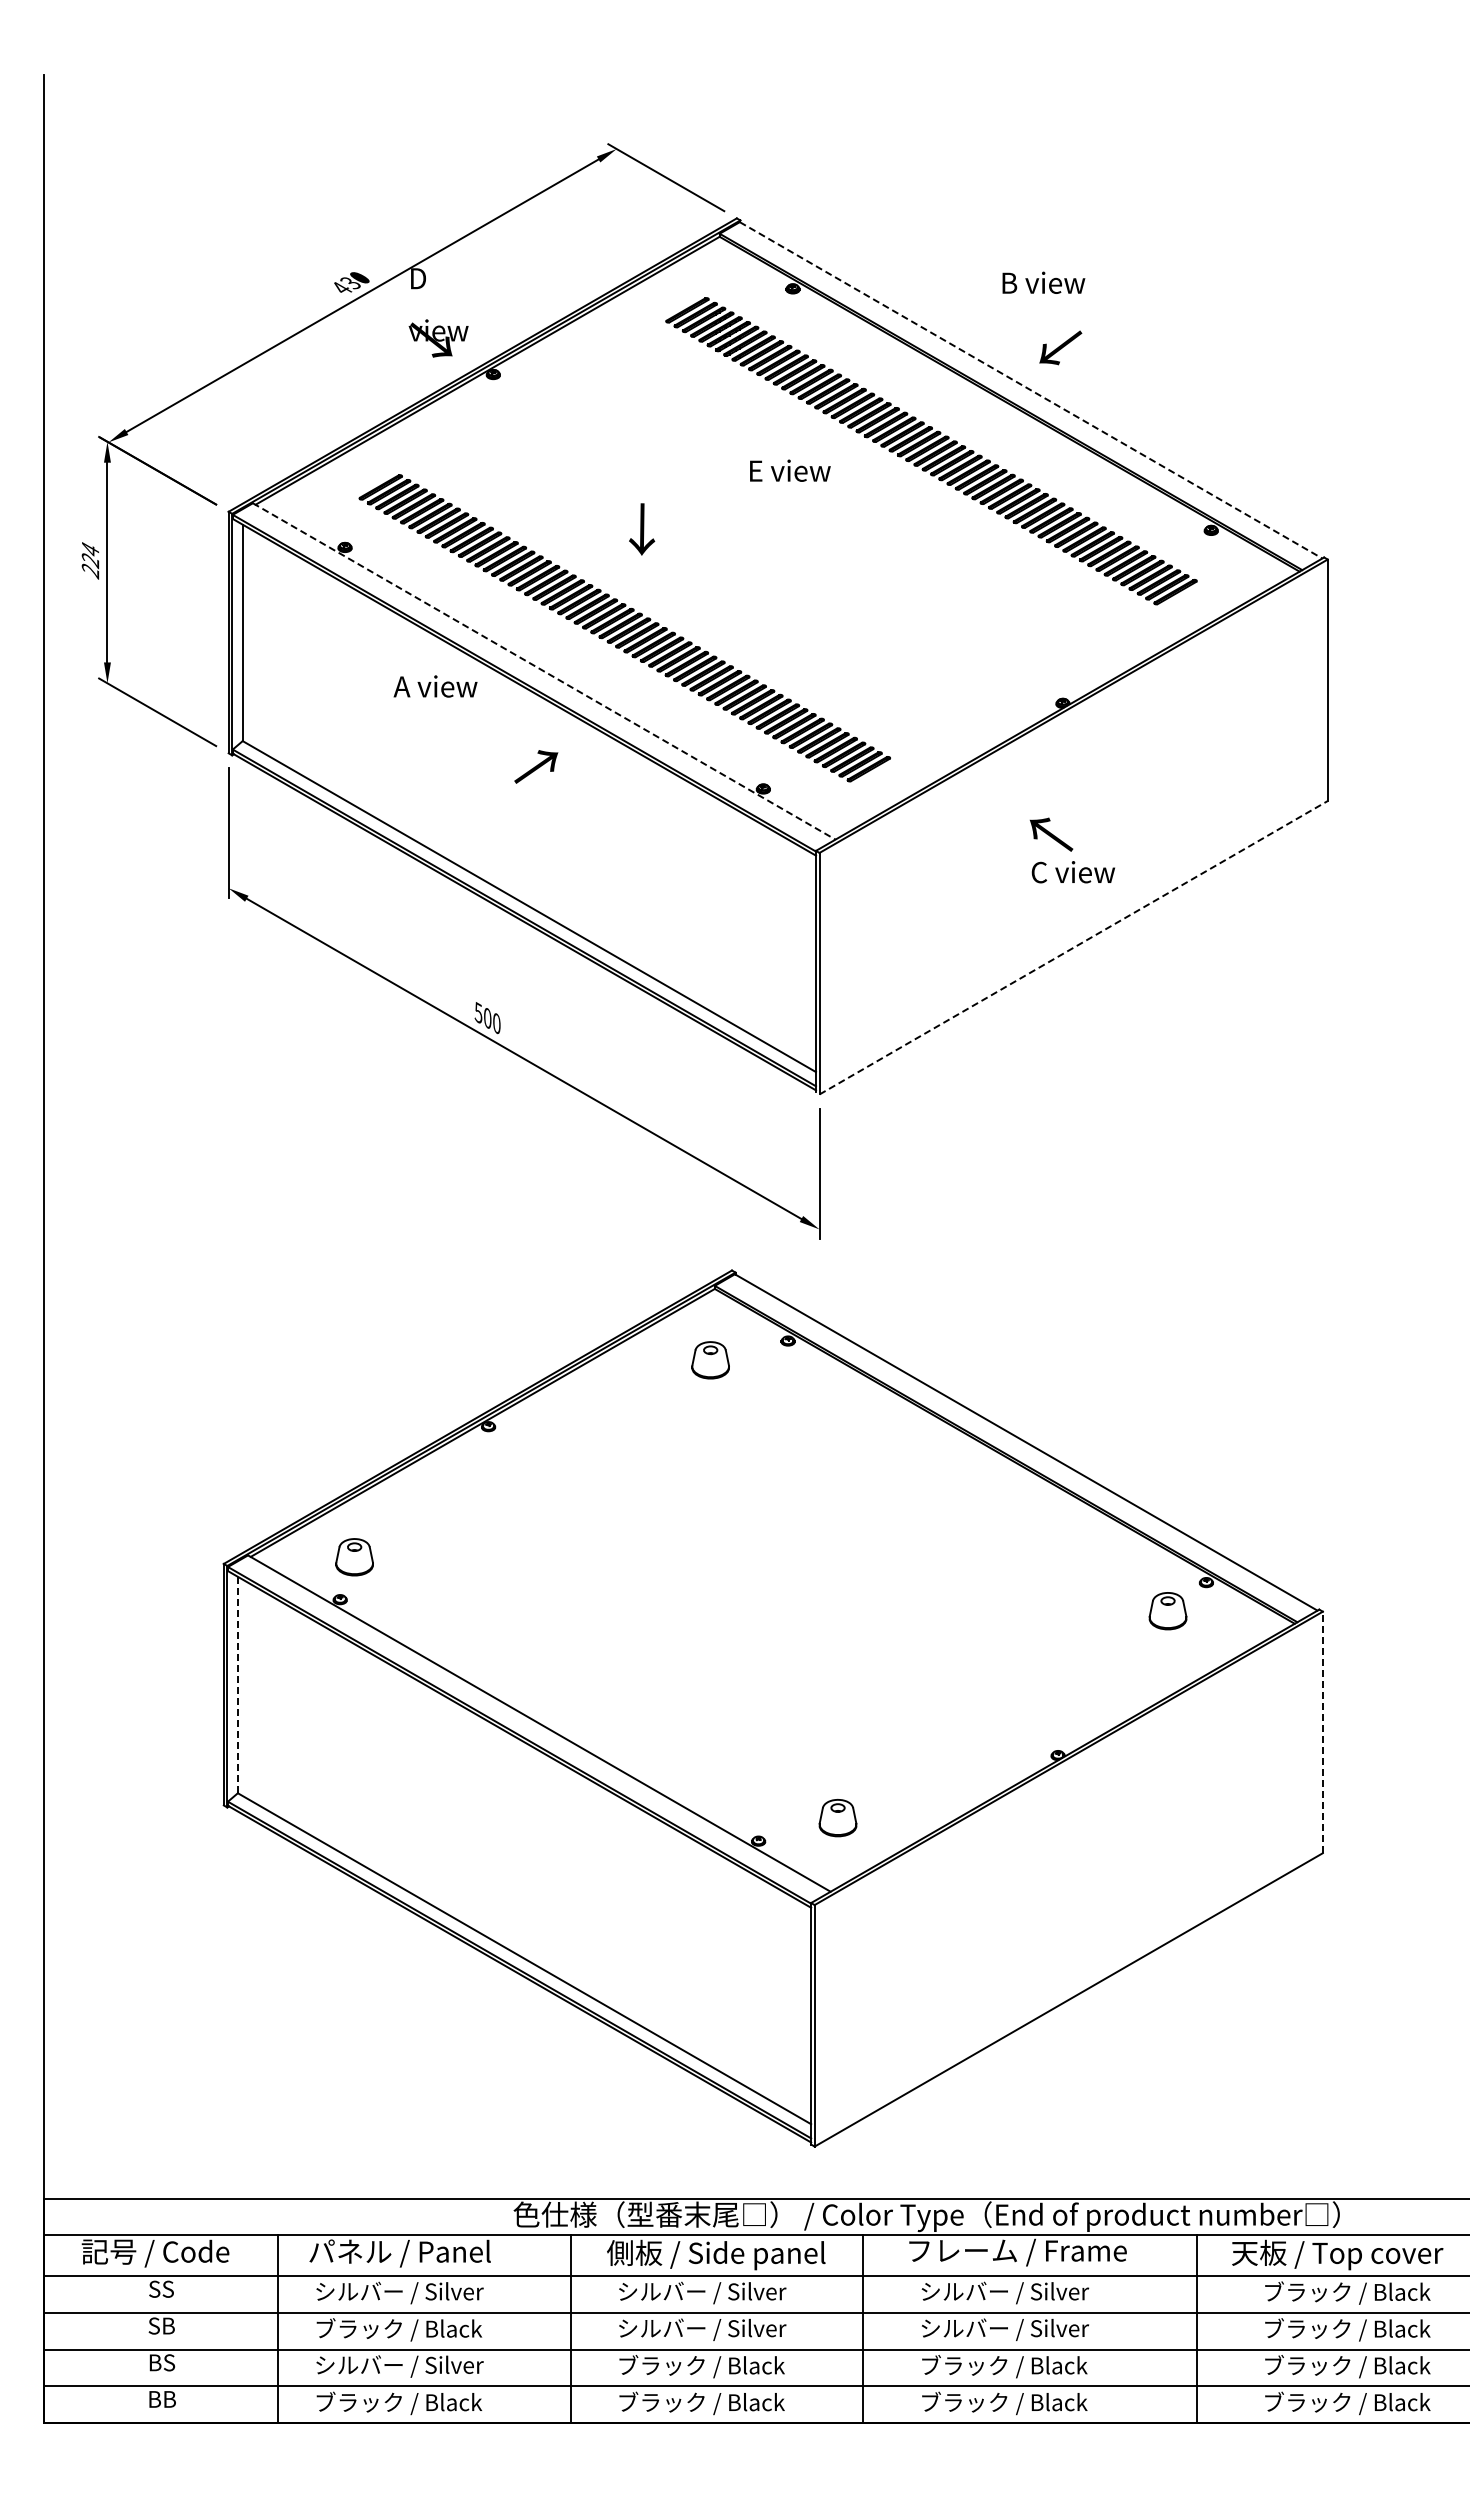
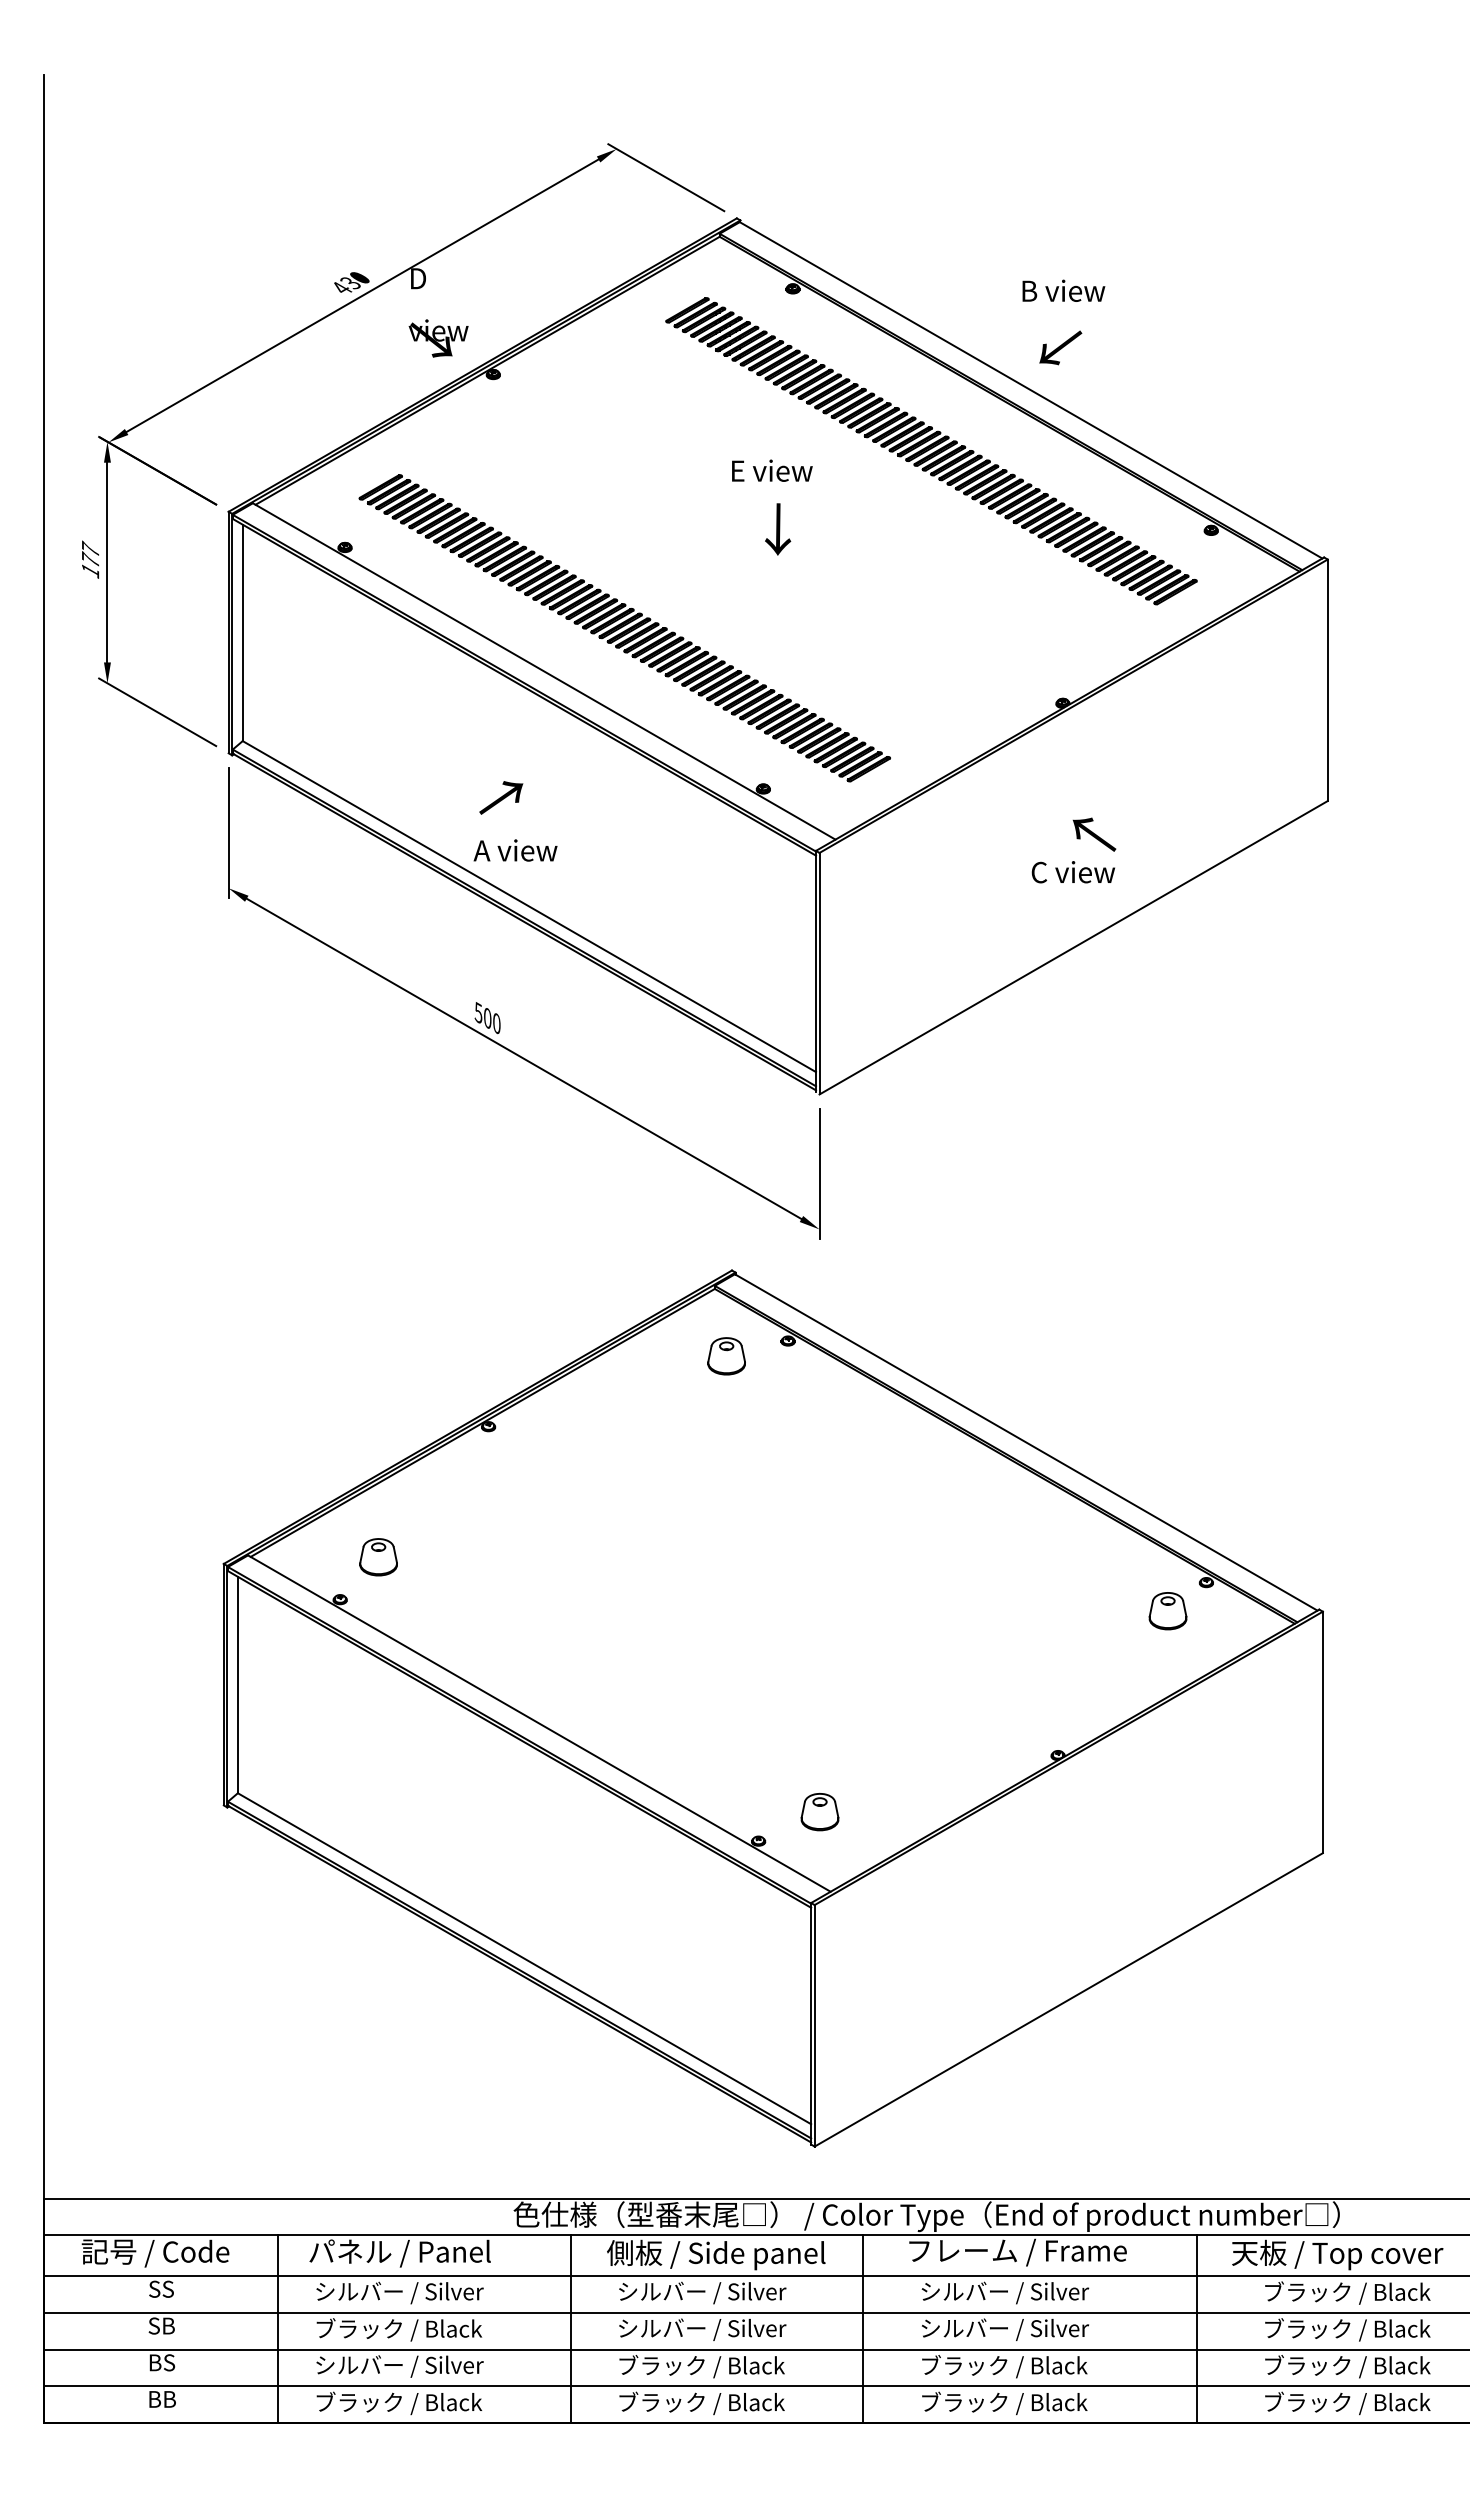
text at (1043, 282) position: (1043, 282) -> (1063, 290)
line at (1031, 390): dashed -> solid
text at (790, 470) position: (790, 470) -> (772, 470)
text at (642, 529) position: (642, 529) -> (778, 529)
text at (90, 559): 224 -> 177
line at (544, 671): dashed -> solid
text at (435, 686) position: (435, 686) -> (515, 850)
text at (536, 766) position: (536, 766) -> (501, 797)
text at (1051, 834) position: (1051, 834) -> (1094, 834)
line at (1074, 947): dashed -> solid
part at (710, 1360) position: (710, 1360) -> (726, 1356)
part at (354, 1557) position: (354, 1557) -> (378, 1557)
line at (237, 1684): dashed -> solid
line at (1322, 1732): dashed -> solid
part at (837, 1818) position: (837, 1818) -> (819, 1812)
